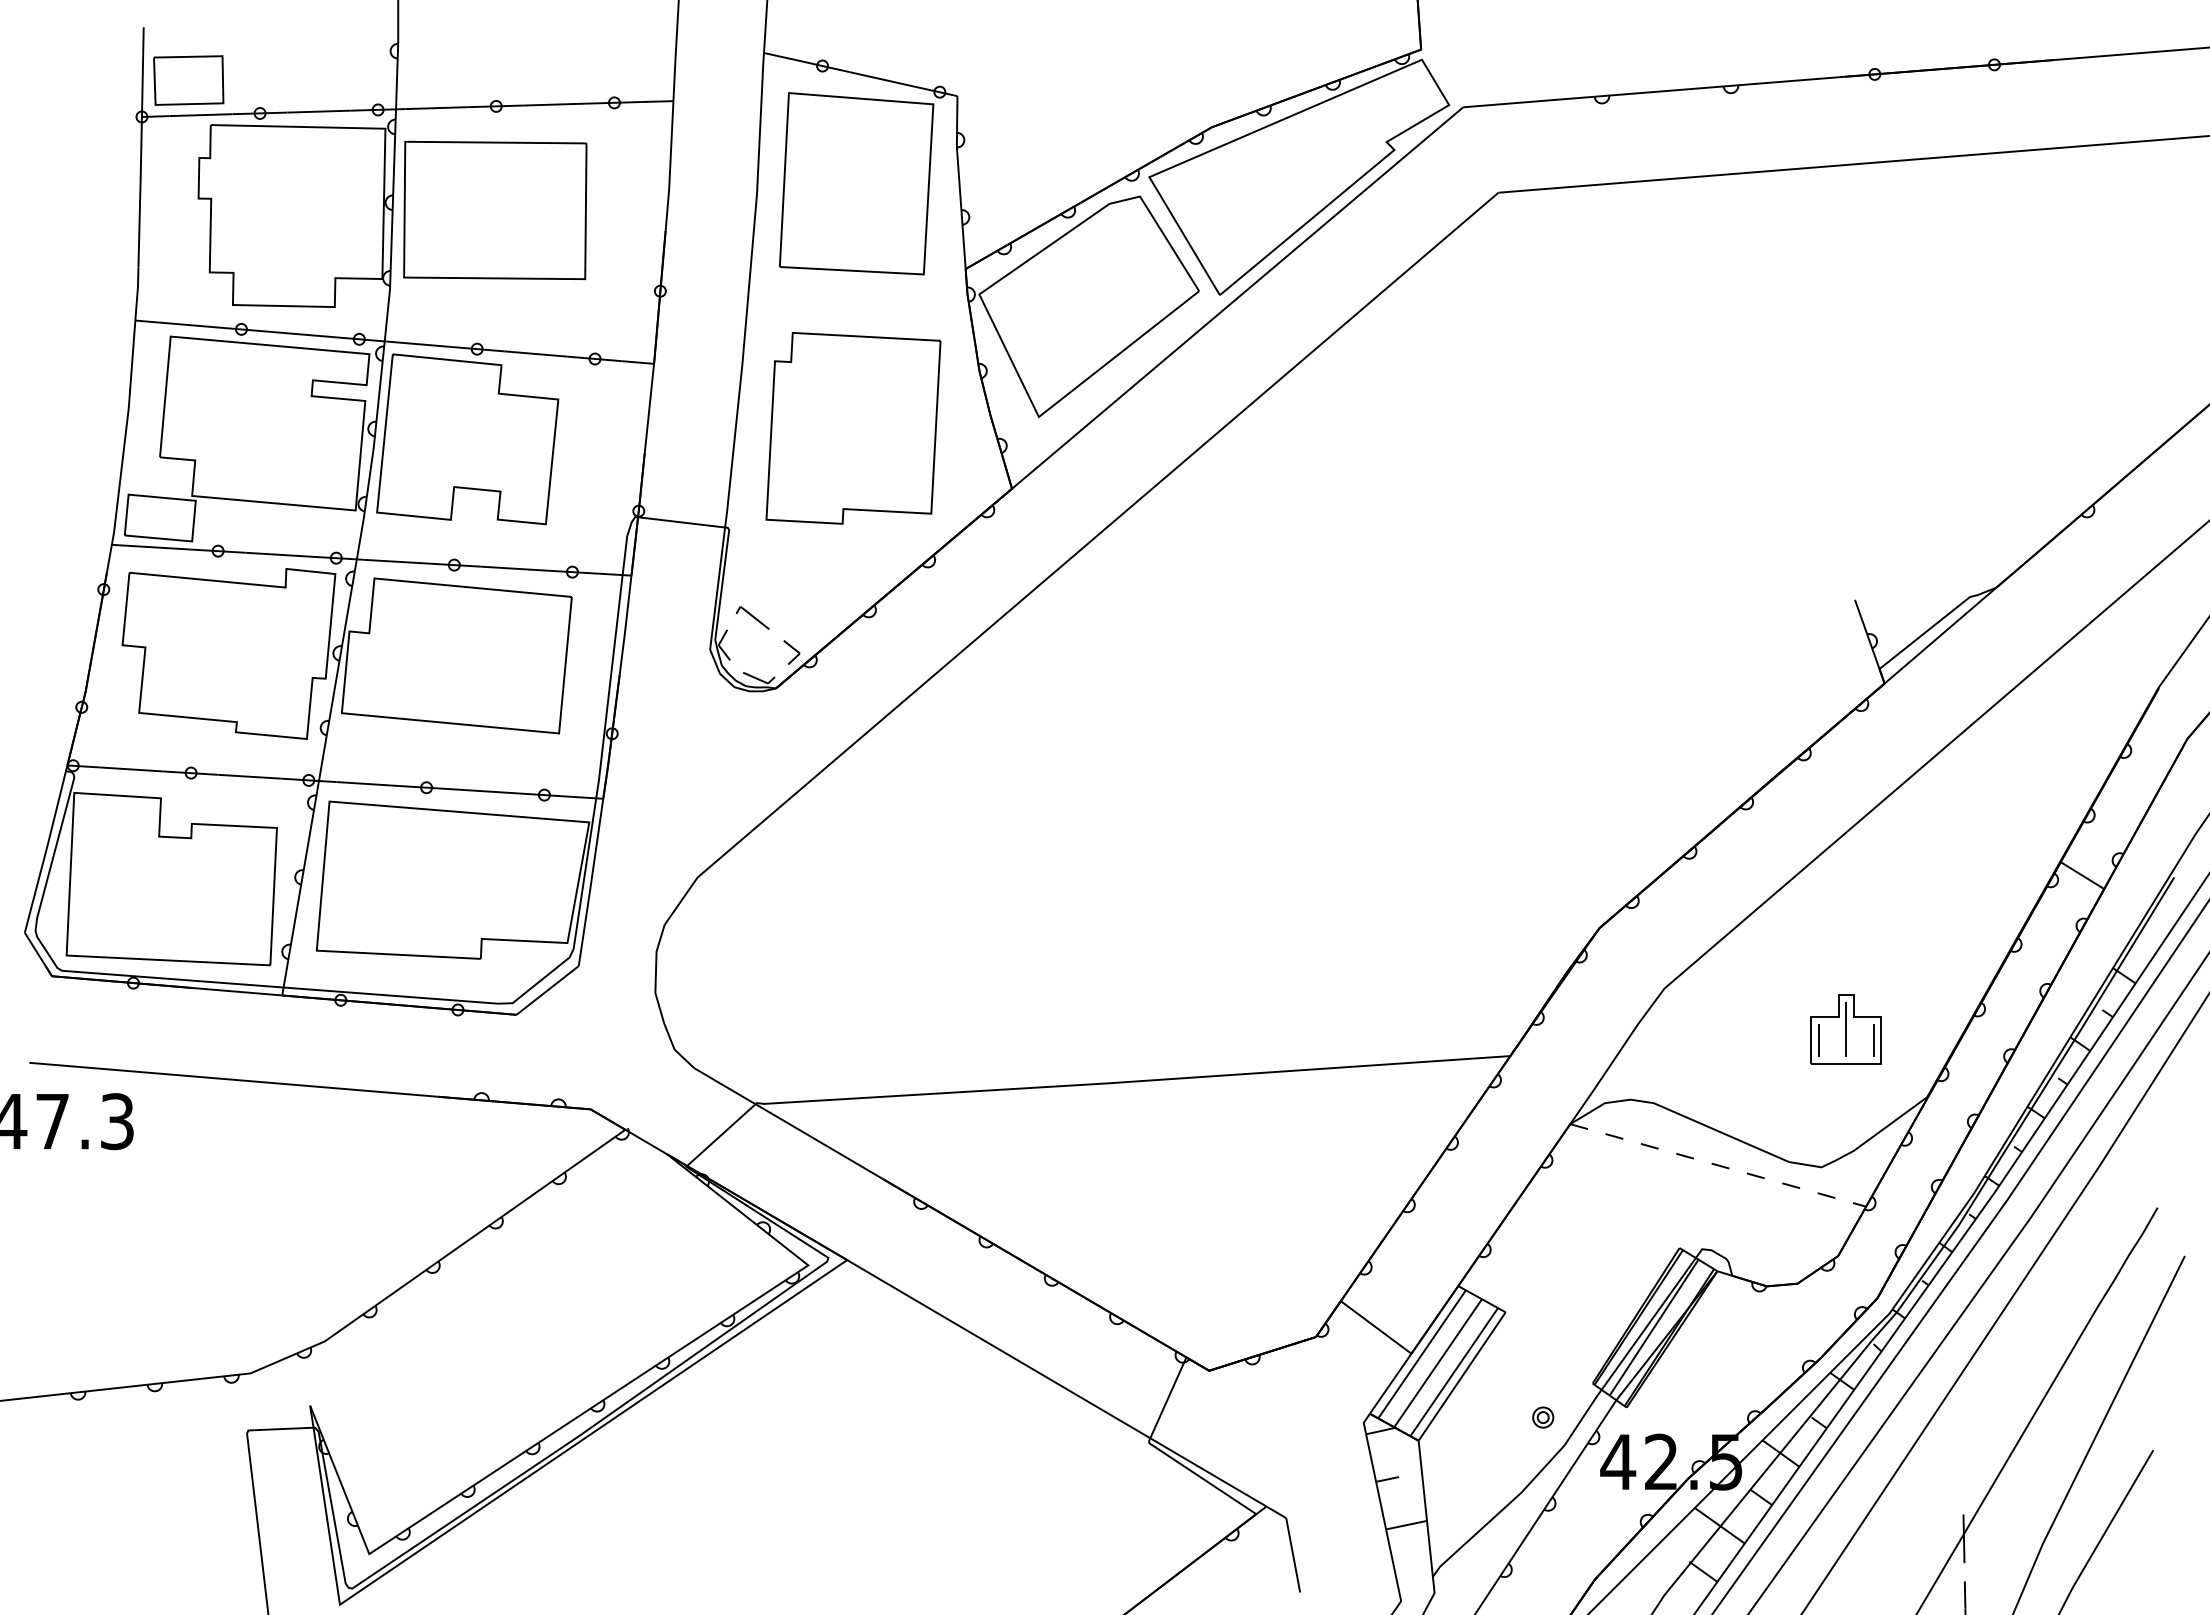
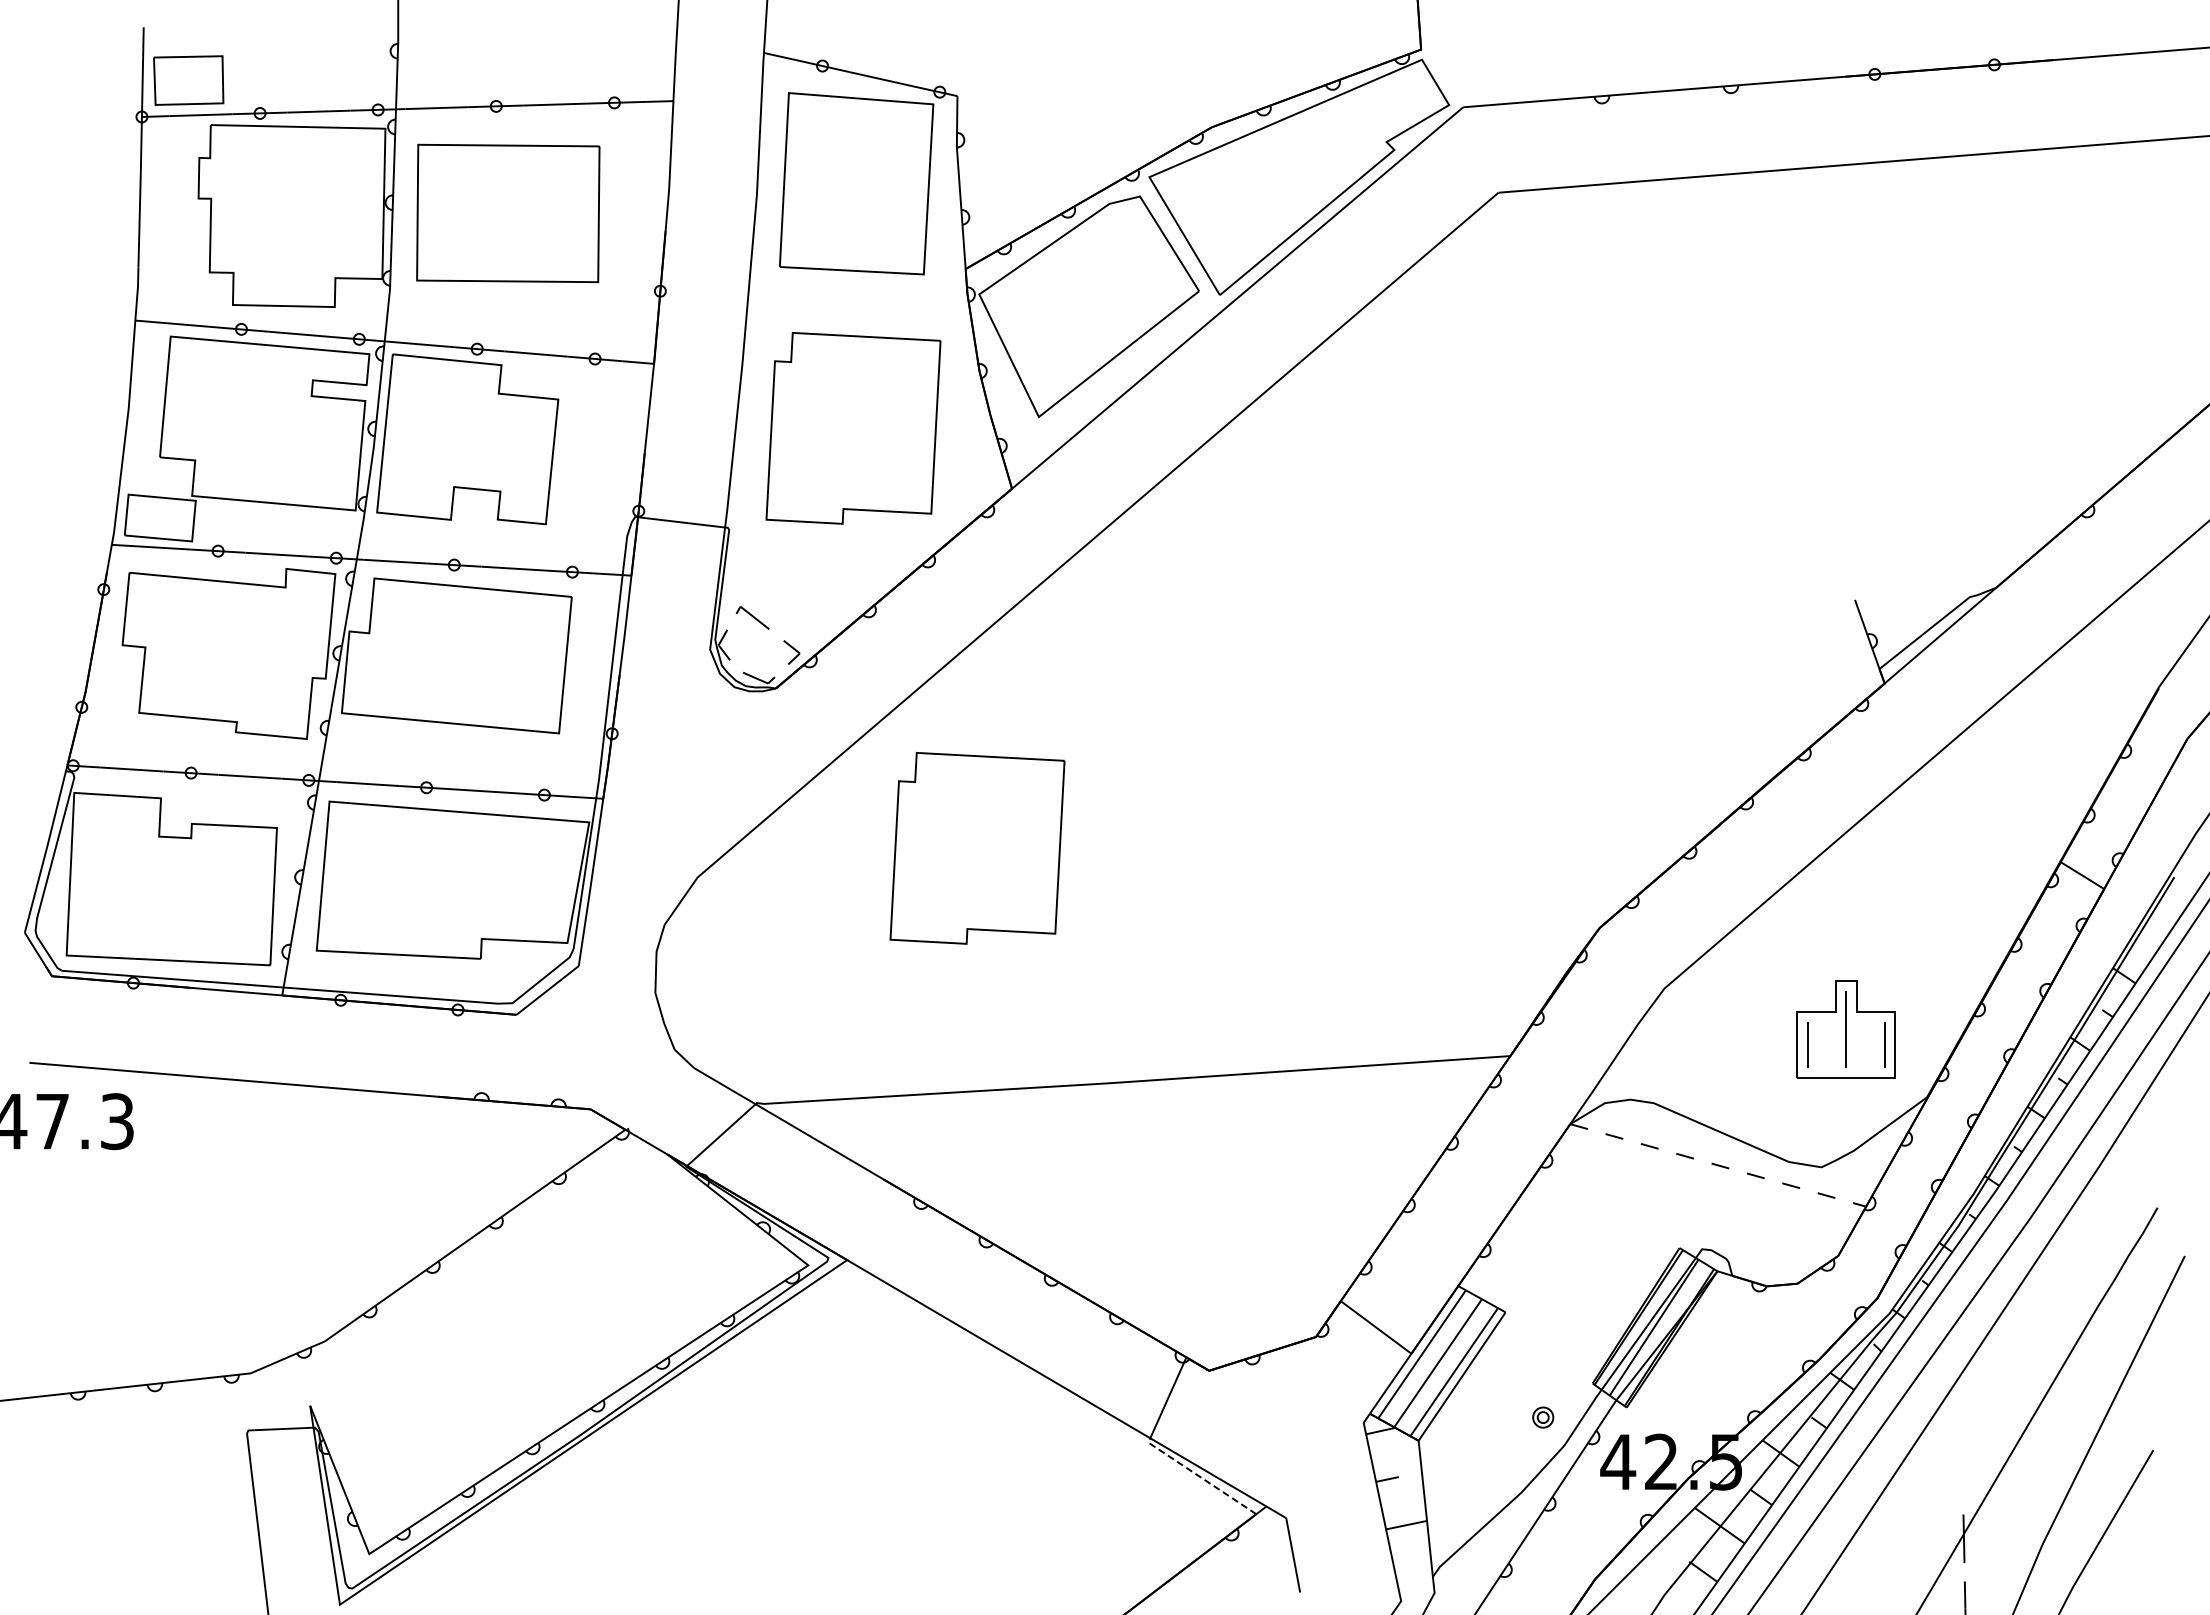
part at (495, 210) position: (495, 210) -> (508, 213)
part at (977, 848): none -> present
part at (1845, 1029) size: 72x71 px -> 100x99 px
line at (1198, 1476): solid -> dashed
